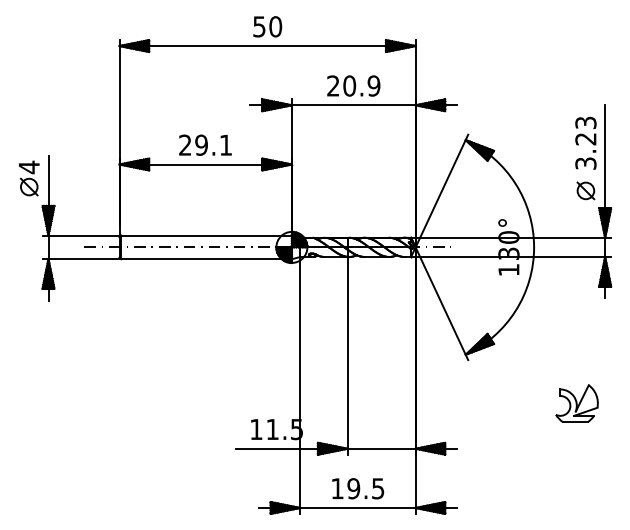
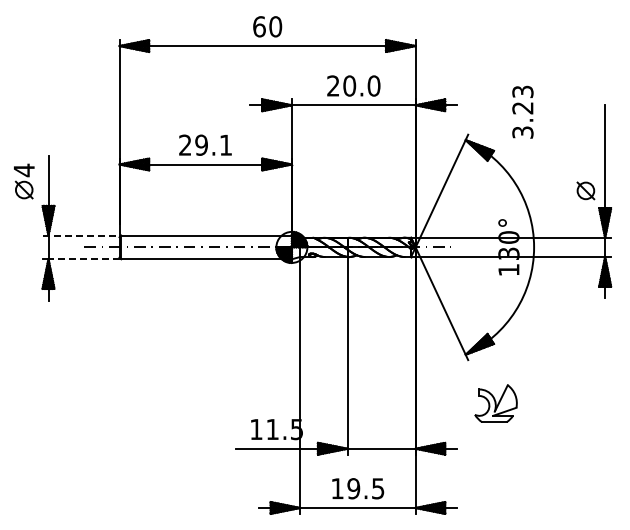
text at (259, 26): 50 -> 60
text at (373, 85): 20.9 -> 20.0
text at (585, 142) position: (585, 142) -> (522, 111)
part at (29, 178) position: (29, 178) -> (24, 181)
line at (81, 235): solid -> dashed
line at (84, 259): solid -> dashed
part at (576, 403) position: (576, 403) -> (495, 403)
